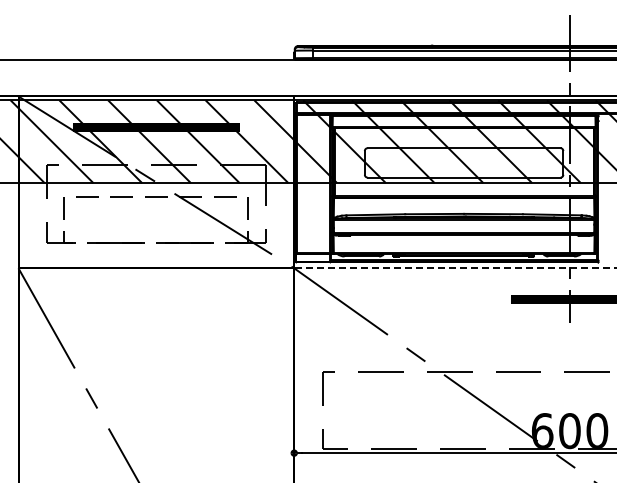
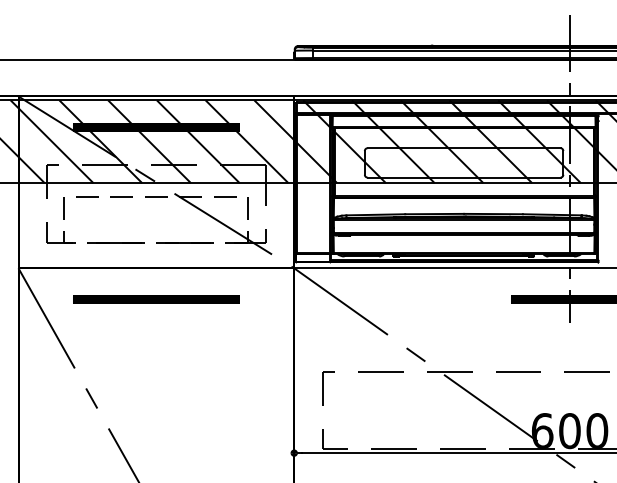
line at (455, 268): dashed -> solid
part at (156, 299): none -> present
